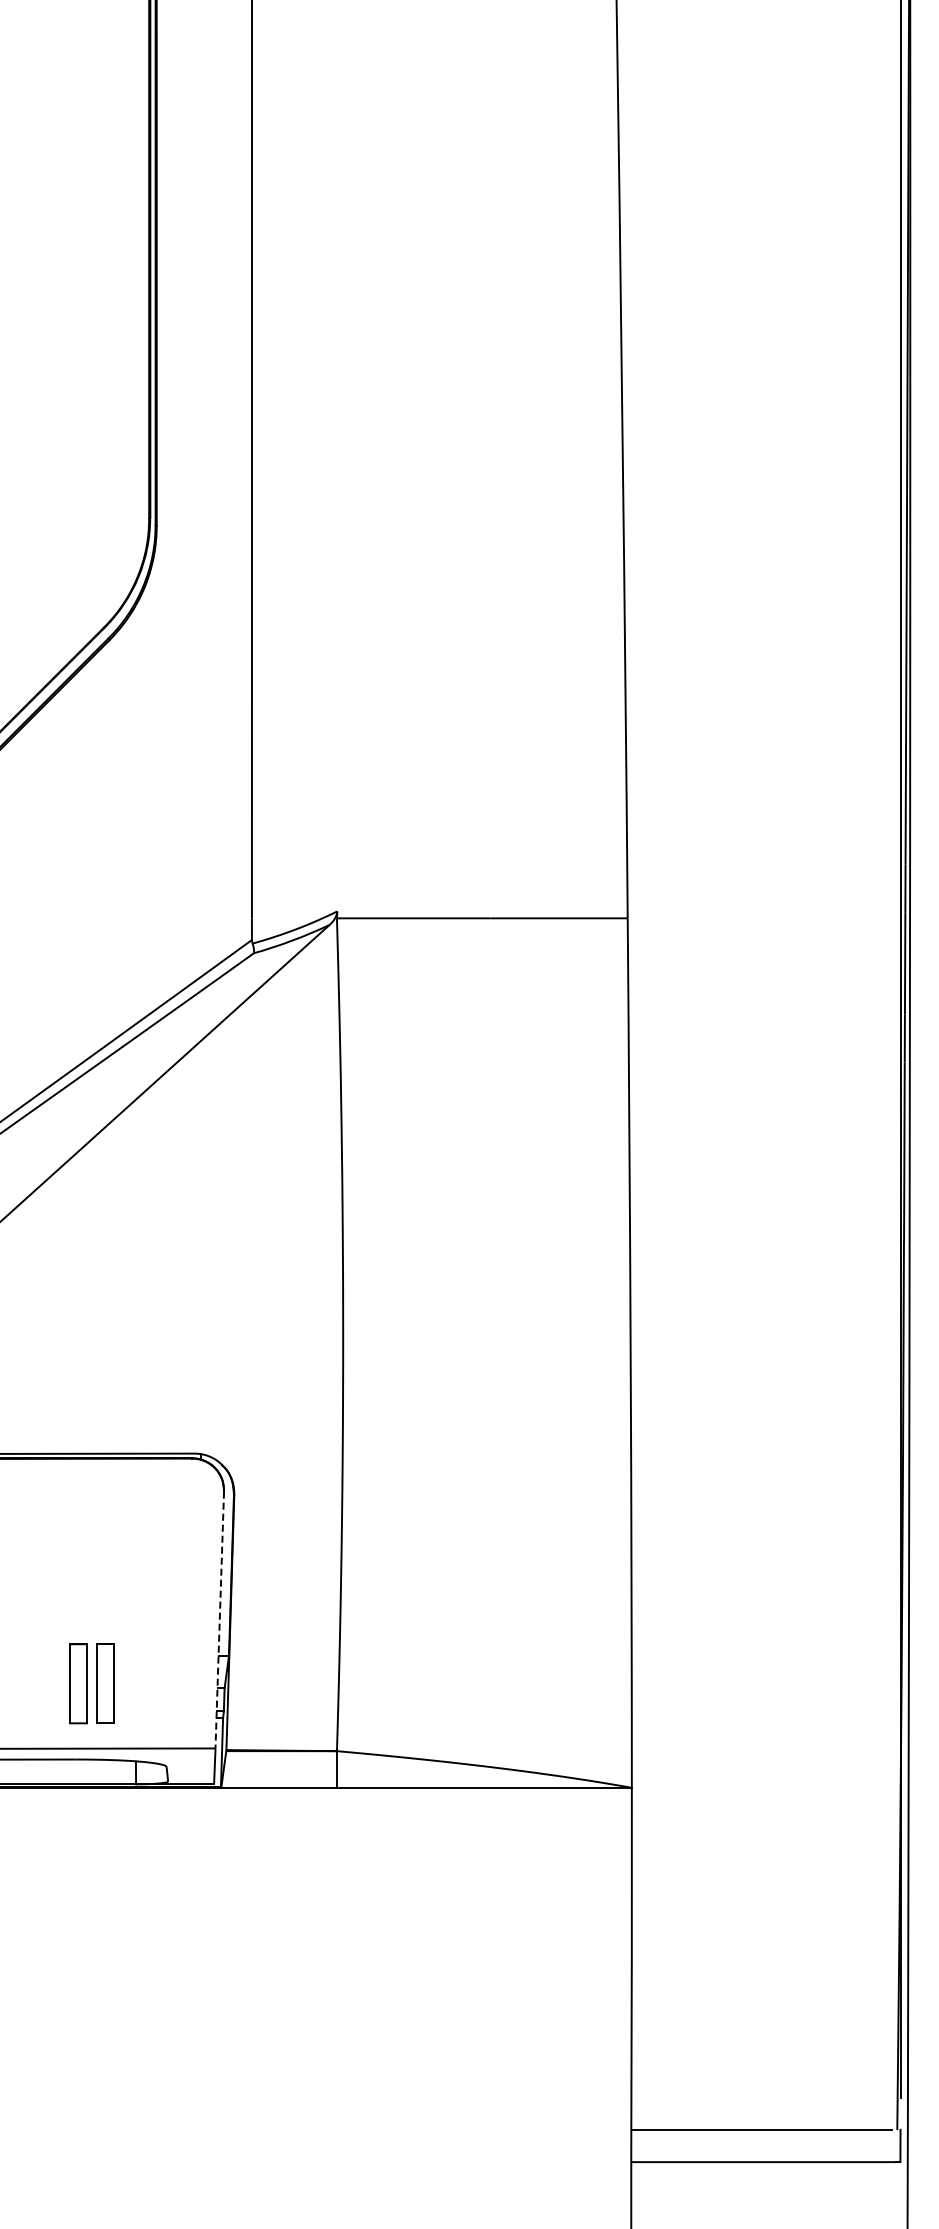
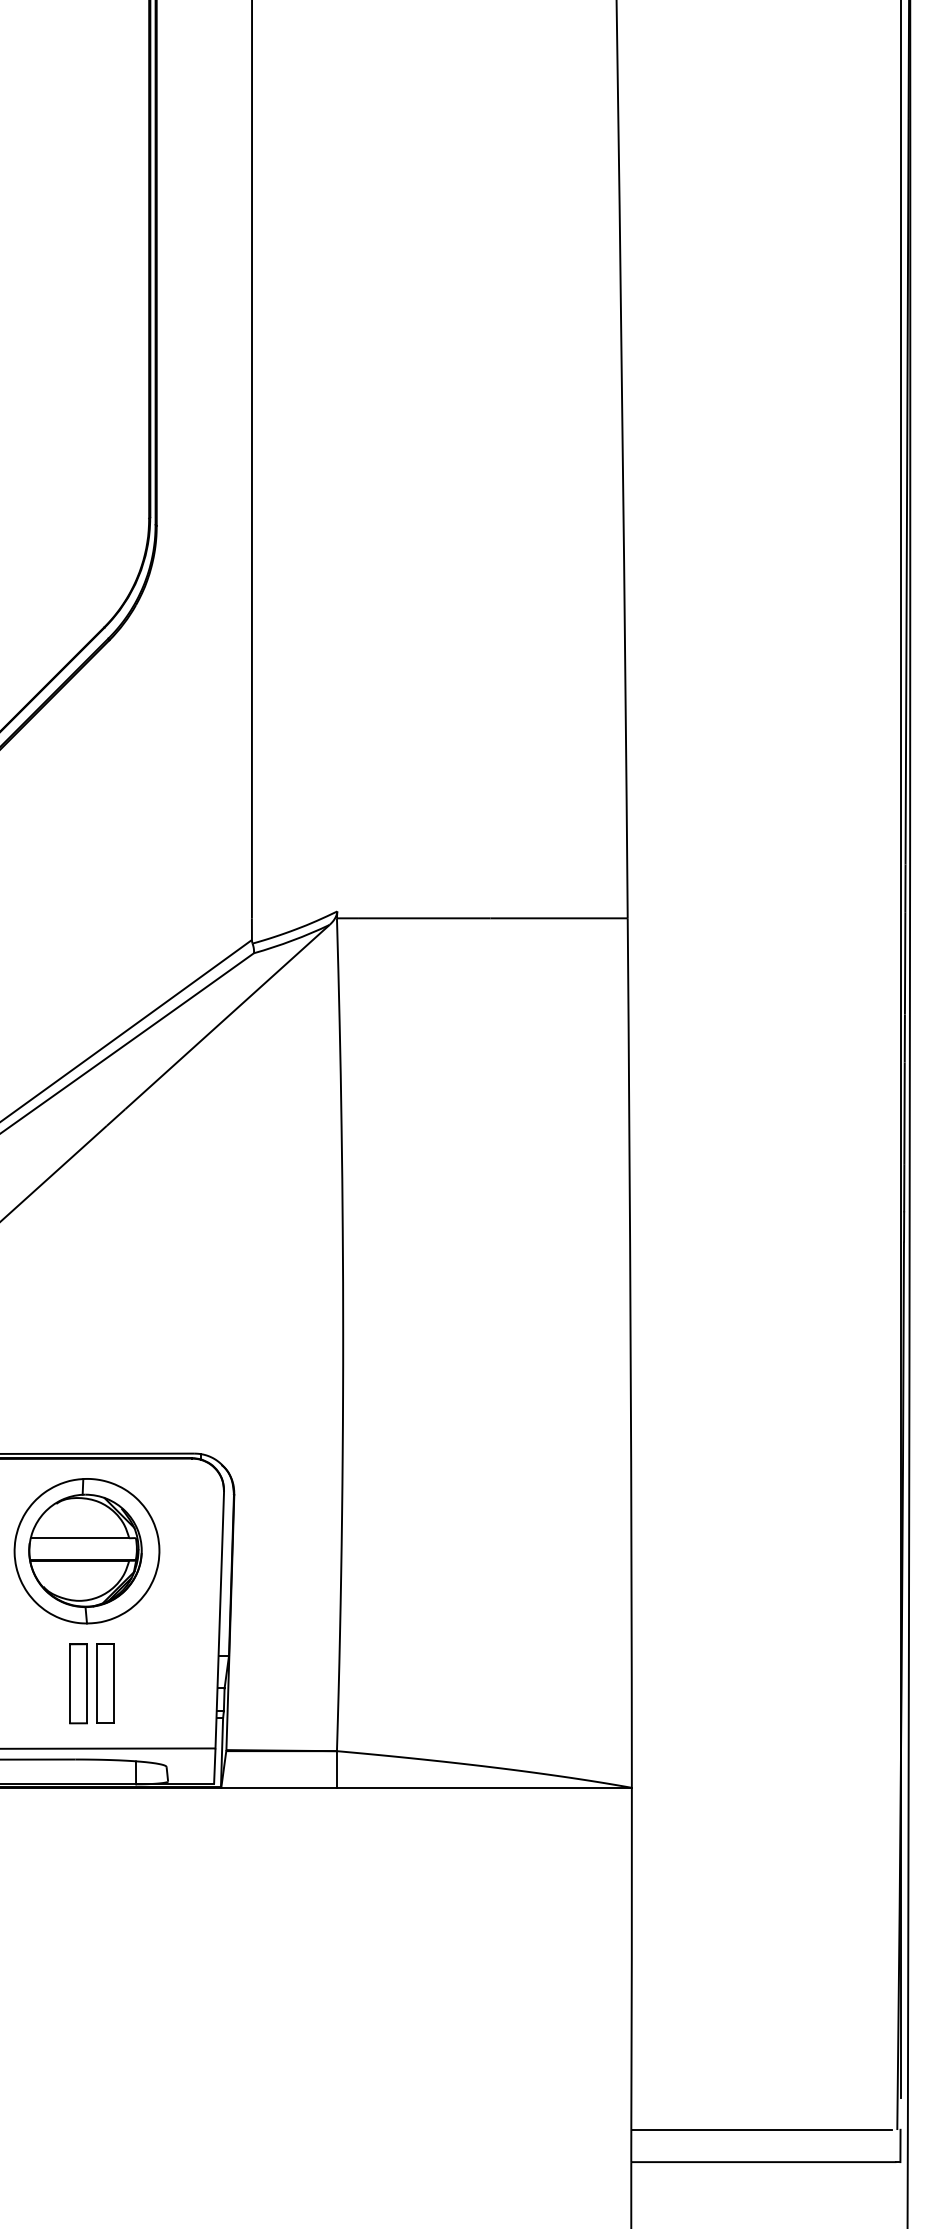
part at (86, 1551): none -> present
line at (219, 1620): dashed -> solid
